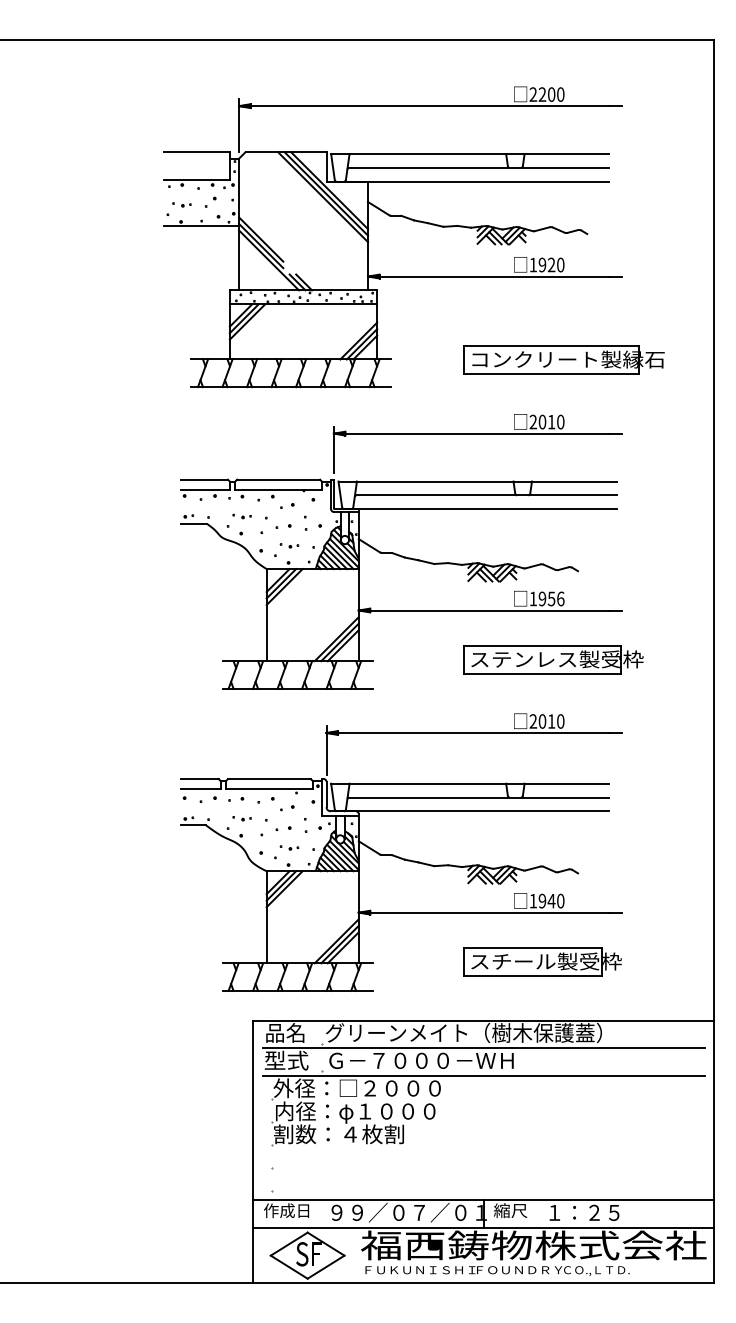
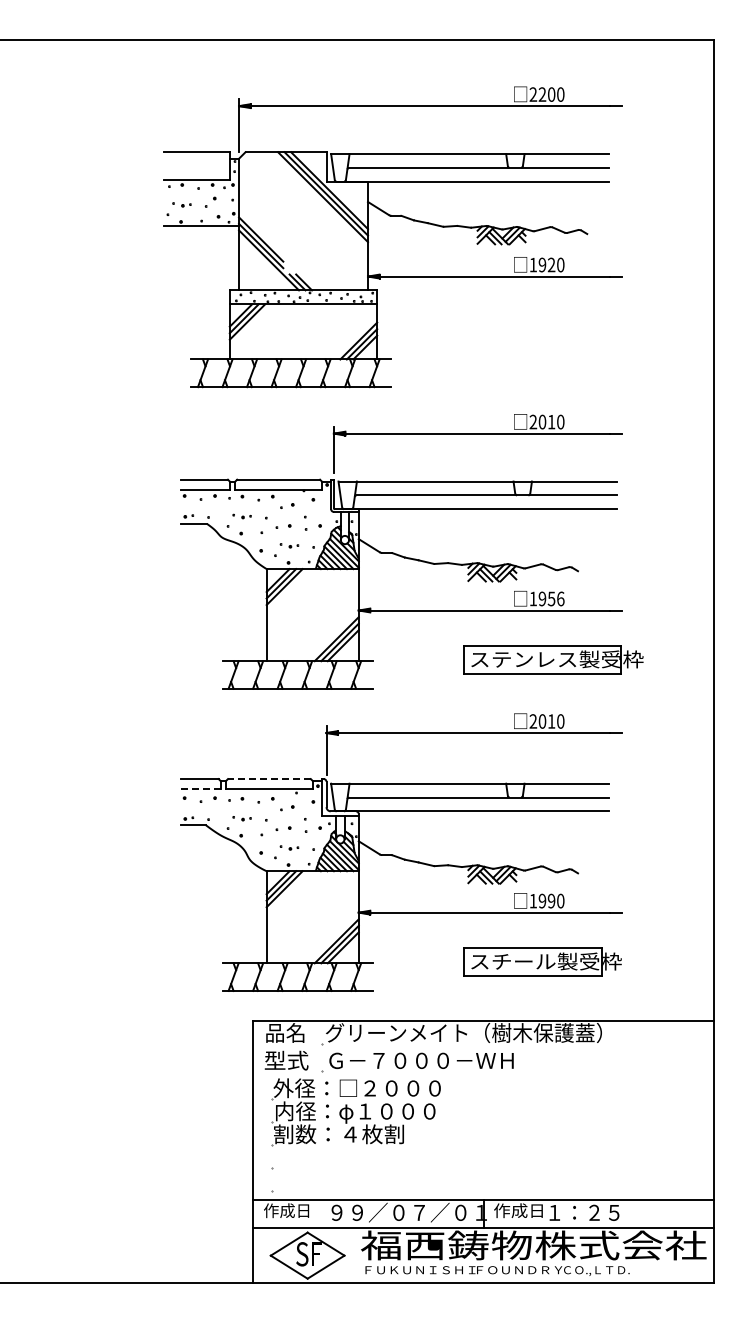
part at (563, 359): present -> none
line at (268, 779): solid -> dashed
line at (200, 789): solid -> dashed
text at (551, 900): 1940 -> 1990
line at (483, 1048): present -> none
line at (483, 1076): present -> none
text at (518, 1210): 縮尺 -> 作成日
